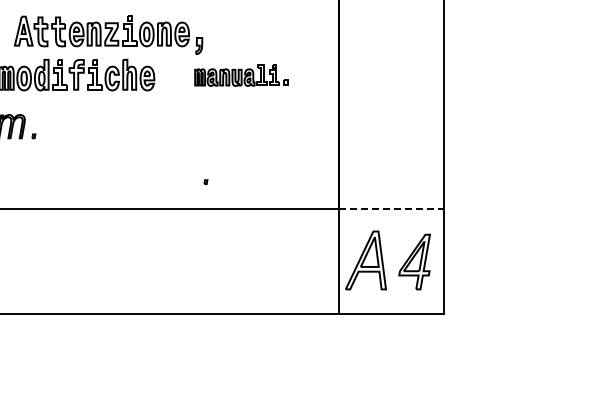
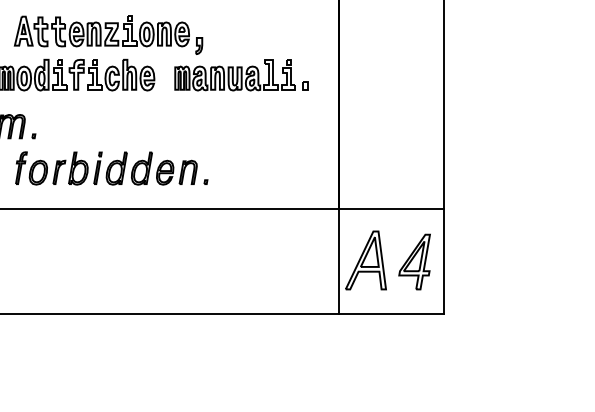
part at (241, 75) size: 95x23 px -> 135x33 px
part at (106, 168): none -> present
line at (391, 208): dashed -> solid
